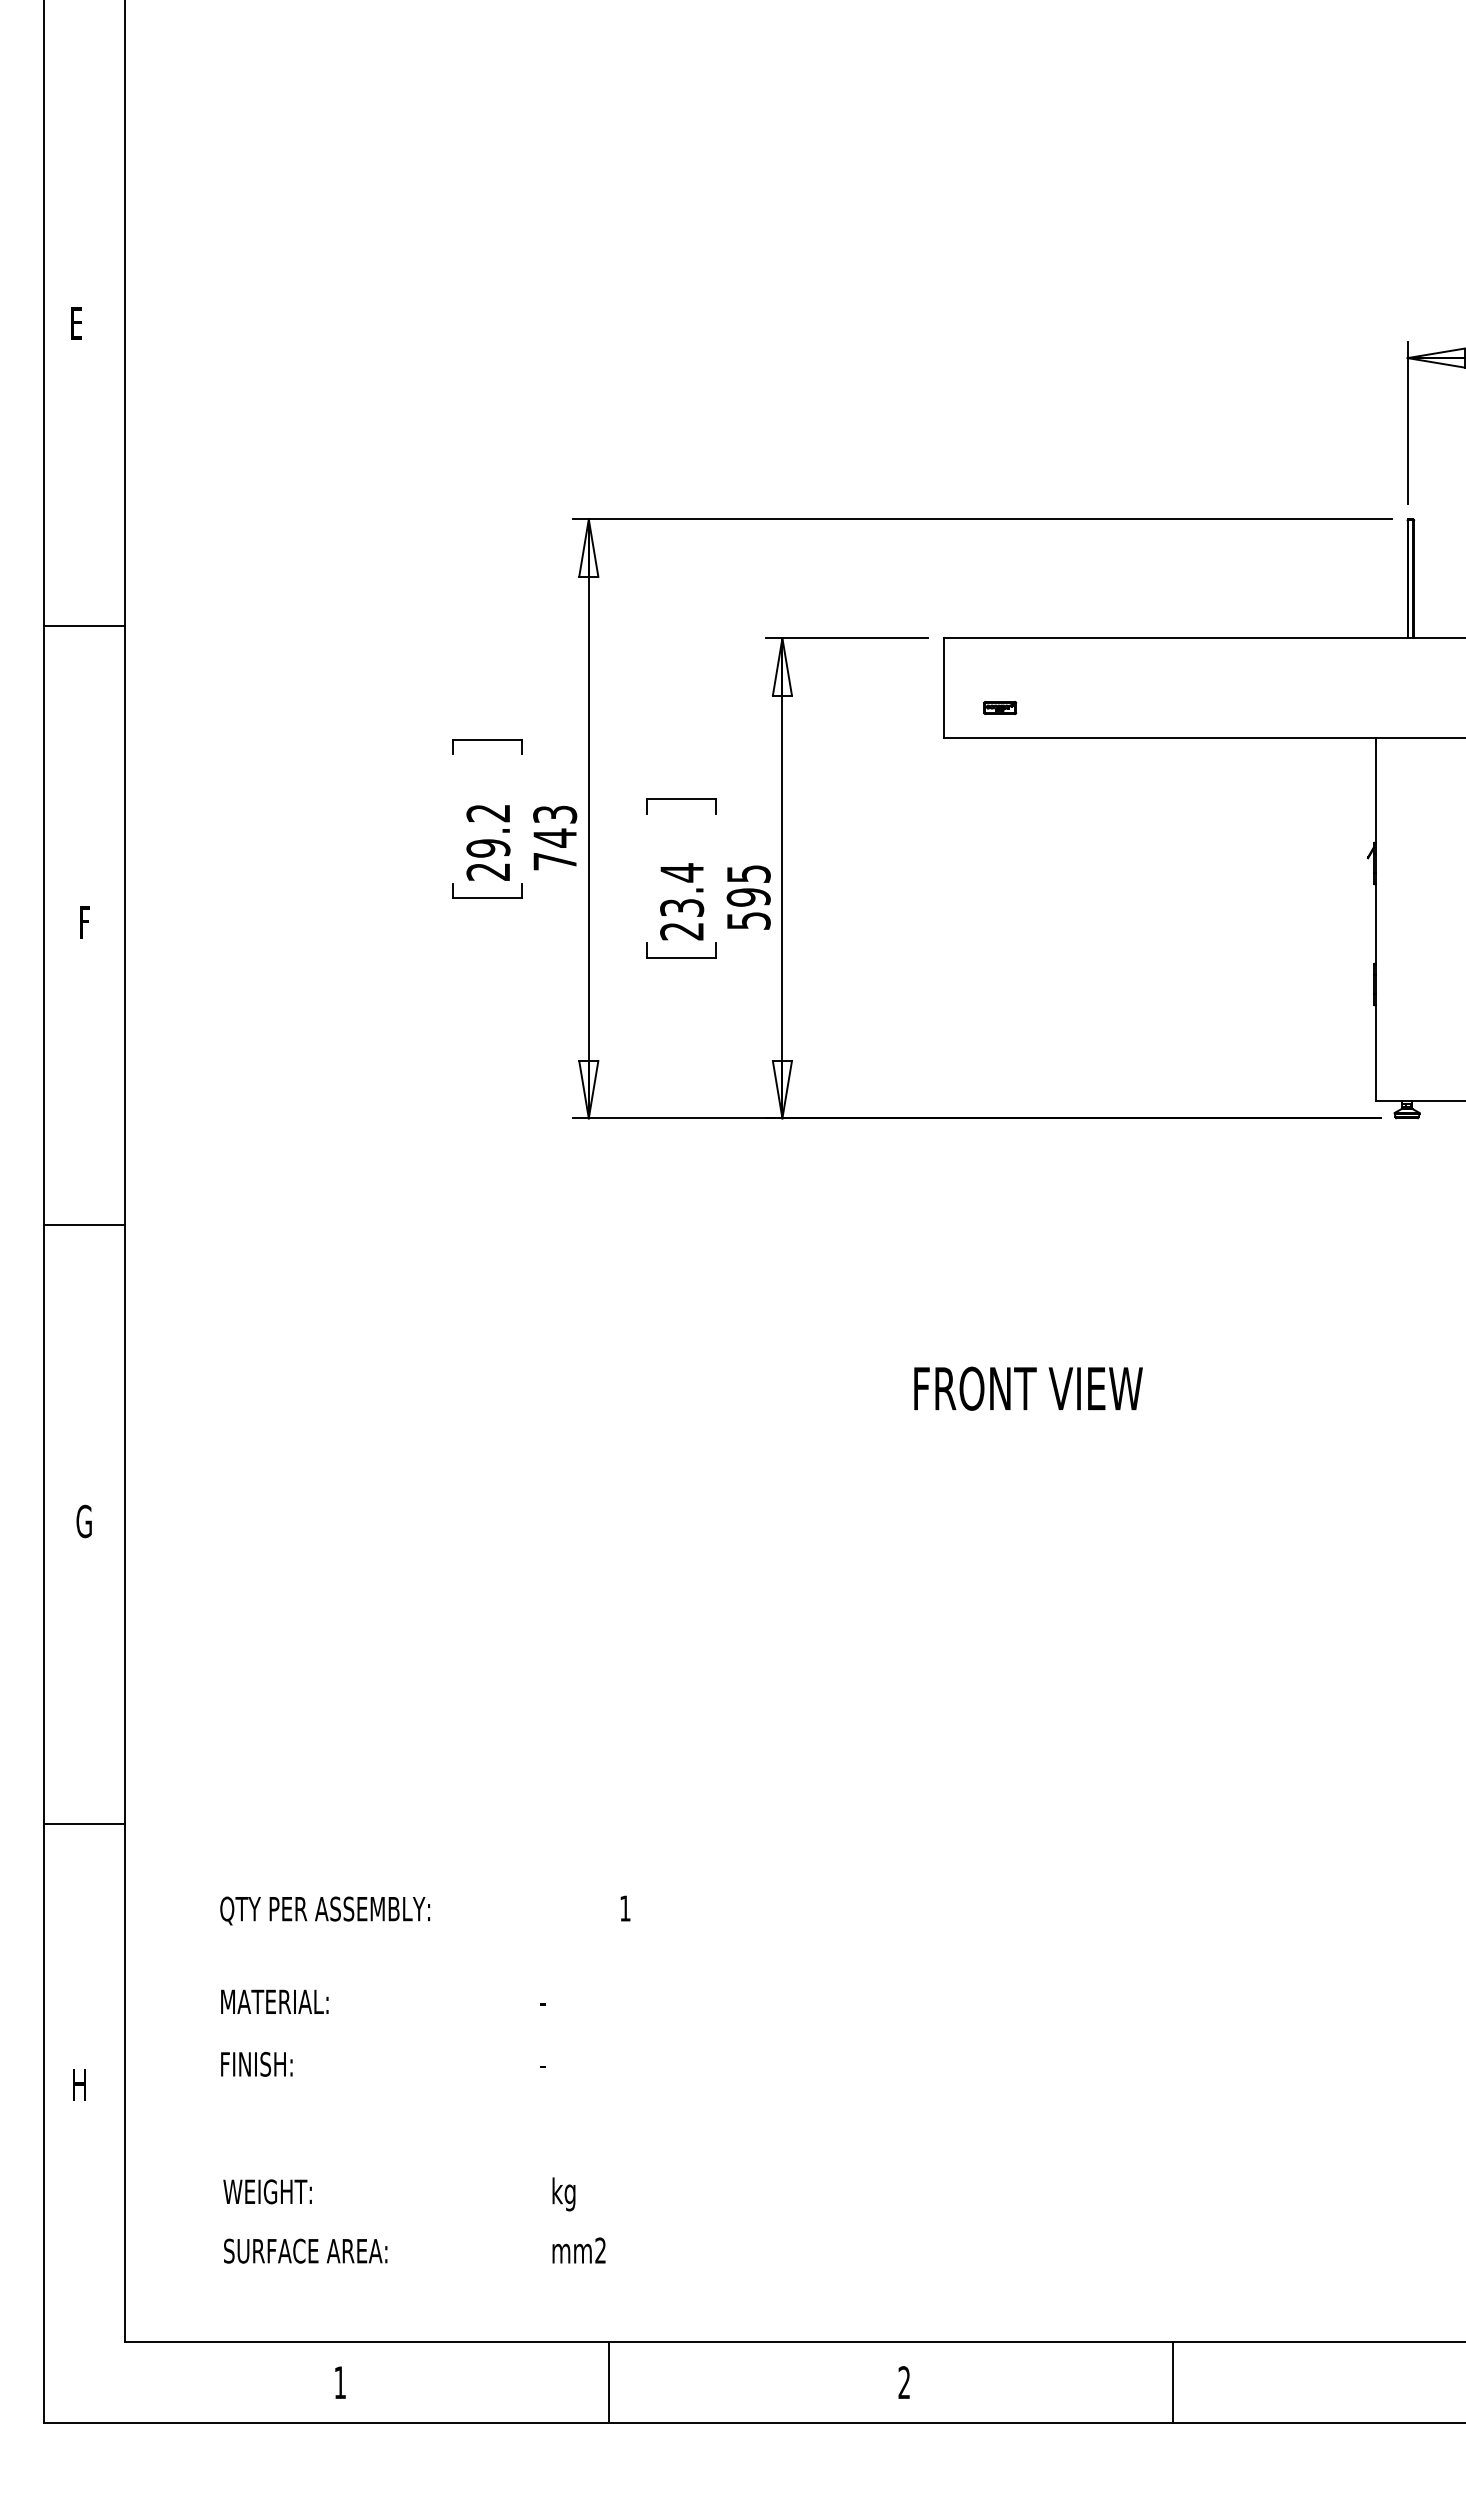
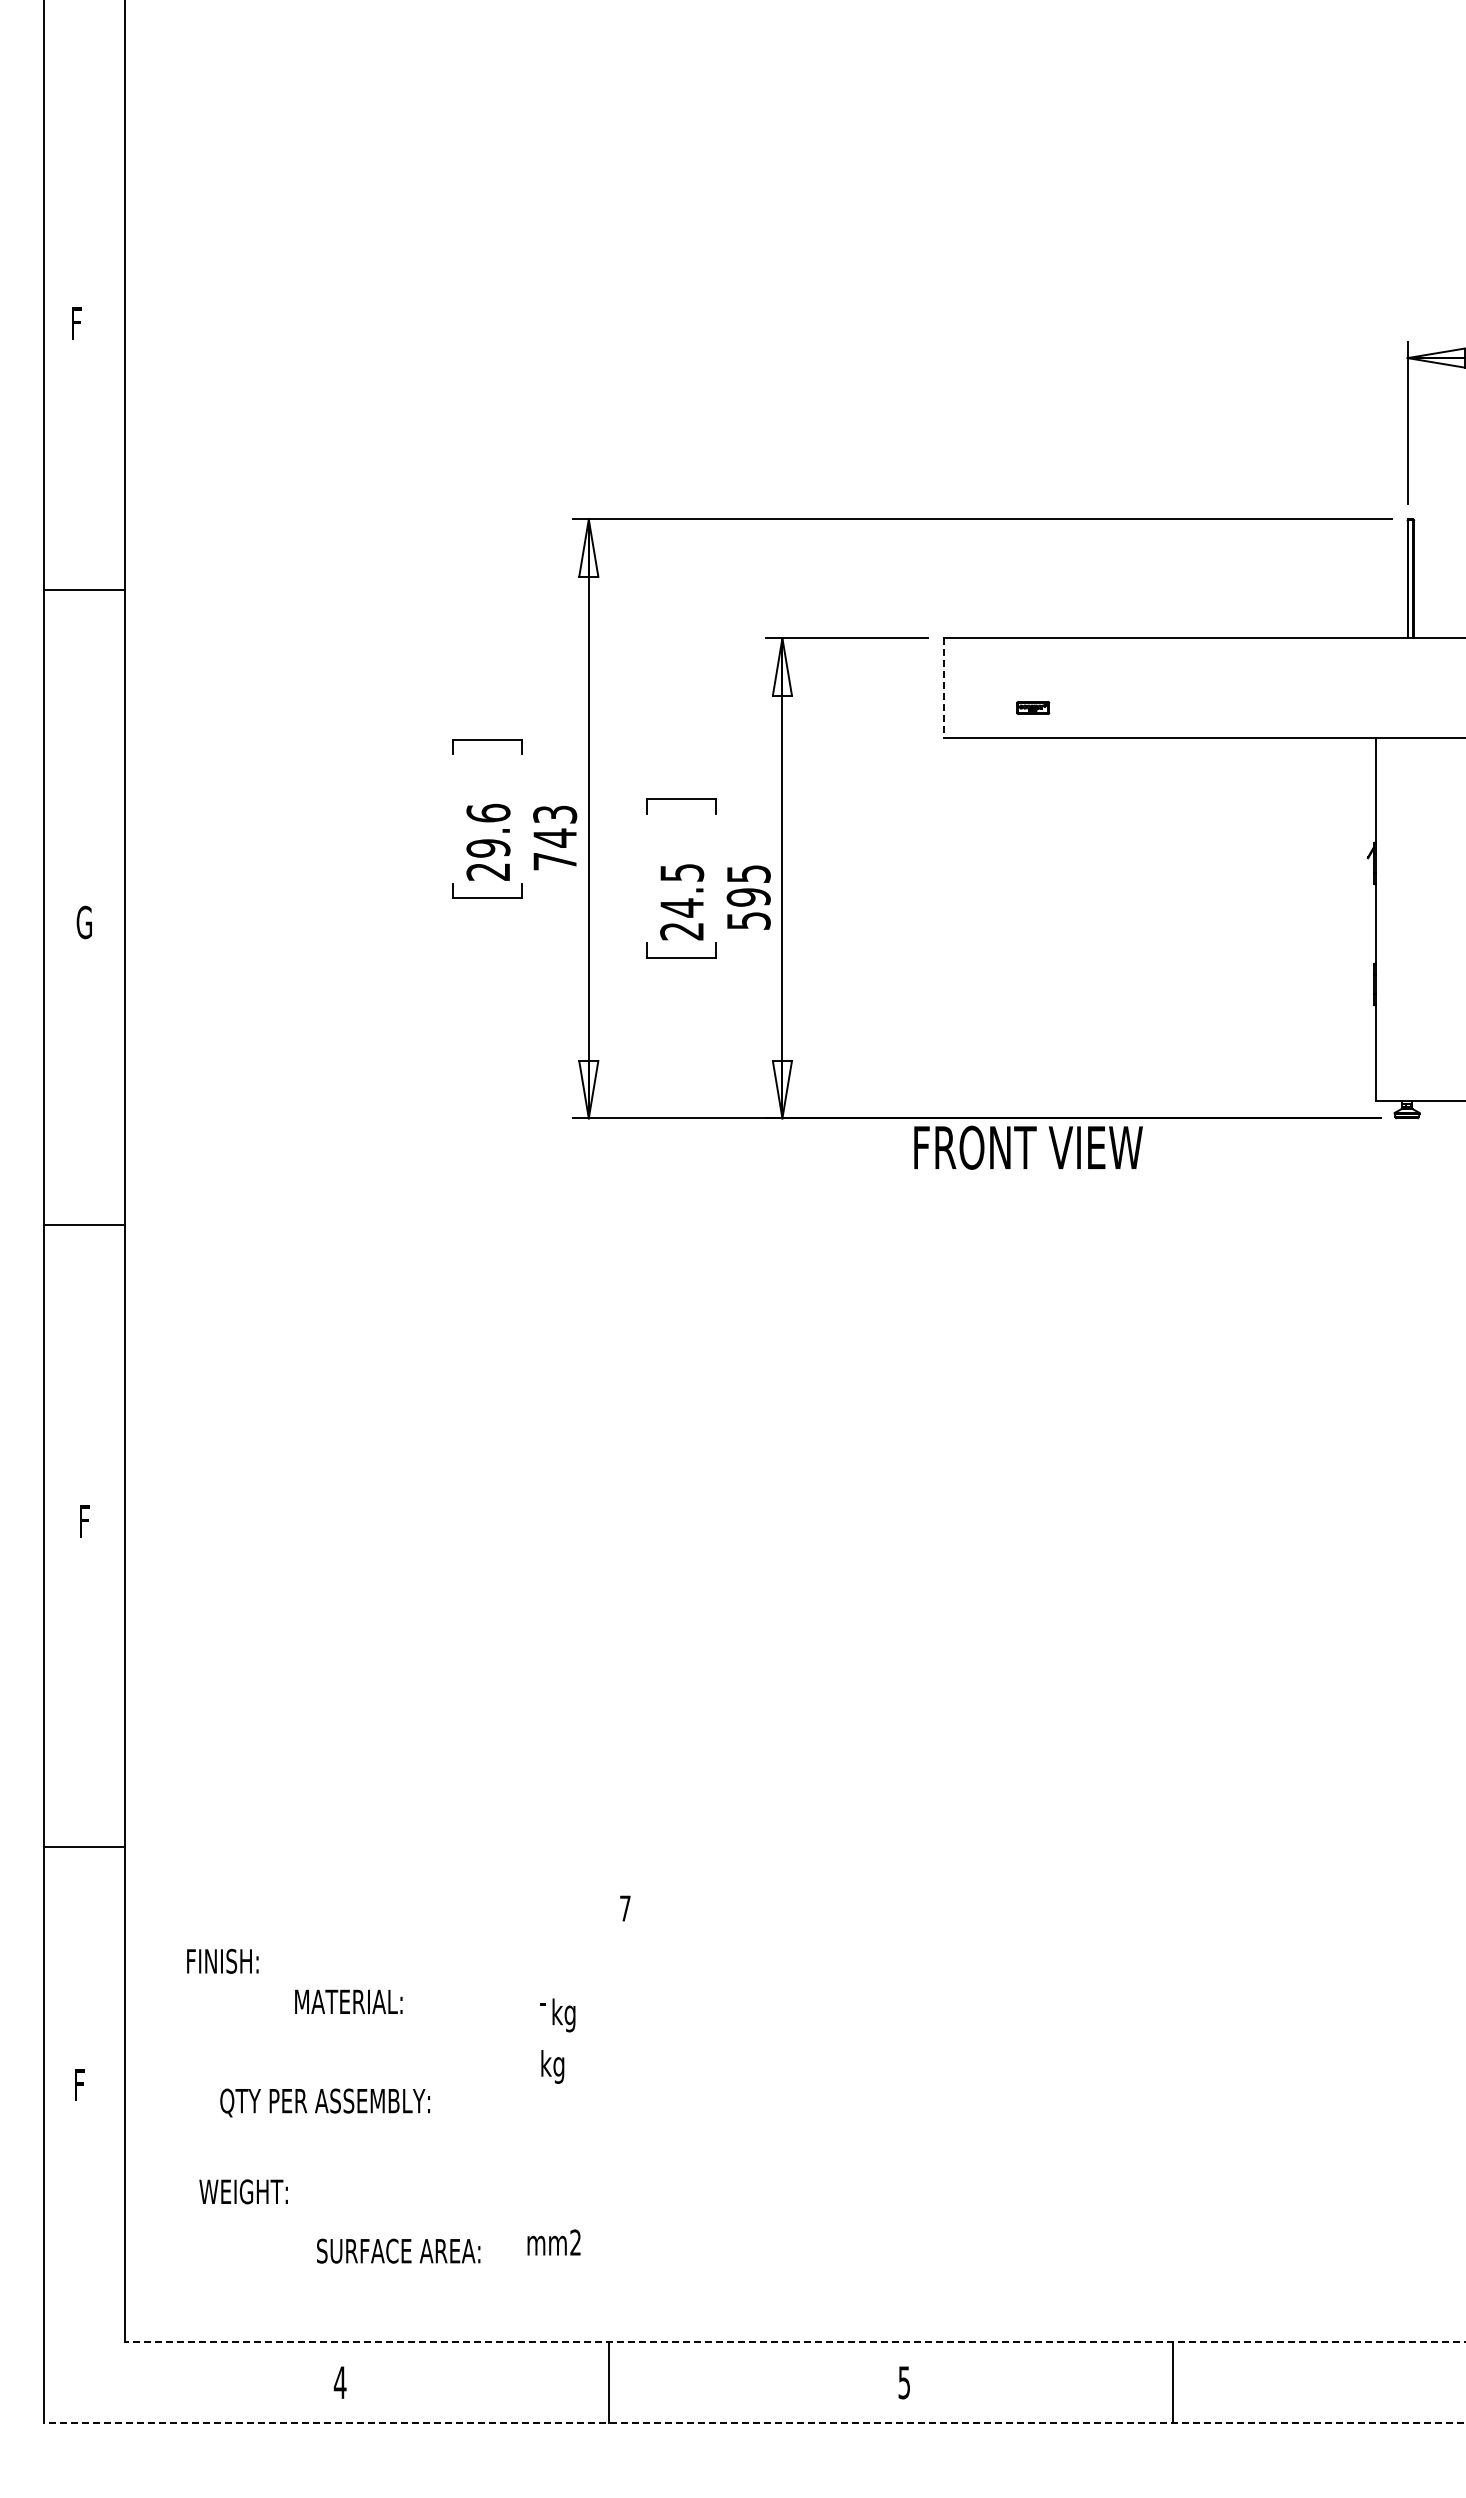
text at (76, 323): E -> F
line at (83, 626) position: (83, 626) -> (83, 590)
line at (943, 688): solid -> dashed
part at (1000, 707) position: (1000, 707) -> (1033, 707)
text at (488, 812): 29.2 -> 29.6
text at (682, 890): 23.4 -> 24.5
text at (83, 922): F -> G
text at (1028, 1388) position: (1028, 1388) -> (1028, 1147)
text at (83, 1521): G -> F
line at (83, 1824) position: (83, 1824) -> (83, 1847)
text at (625, 1908): 1 -> 7
text at (325, 1910) position: (325, 1910) -> (325, 2102)
text at (274, 2001) position: (274, 2001) -> (348, 2001)
text at (256, 2064) position: (256, 2064) -> (222, 1961)
text at (552, 2066): - -> kg
text at (79, 2084): H -> F
text at (267, 2191) position: (267, 2191) -> (243, 2191)
text at (563, 2194) position: (563, 2194) -> (563, 2015)
text at (305, 2250) position: (305, 2250) -> (398, 2250)
text at (578, 2250) position: (578, 2250) -> (553, 2242)
line at (795, 2342): solid -> dashed
text at (339, 2382): 1 -> 4
text at (903, 2382): 2 -> 5
line at (754, 2423): solid -> dashed
